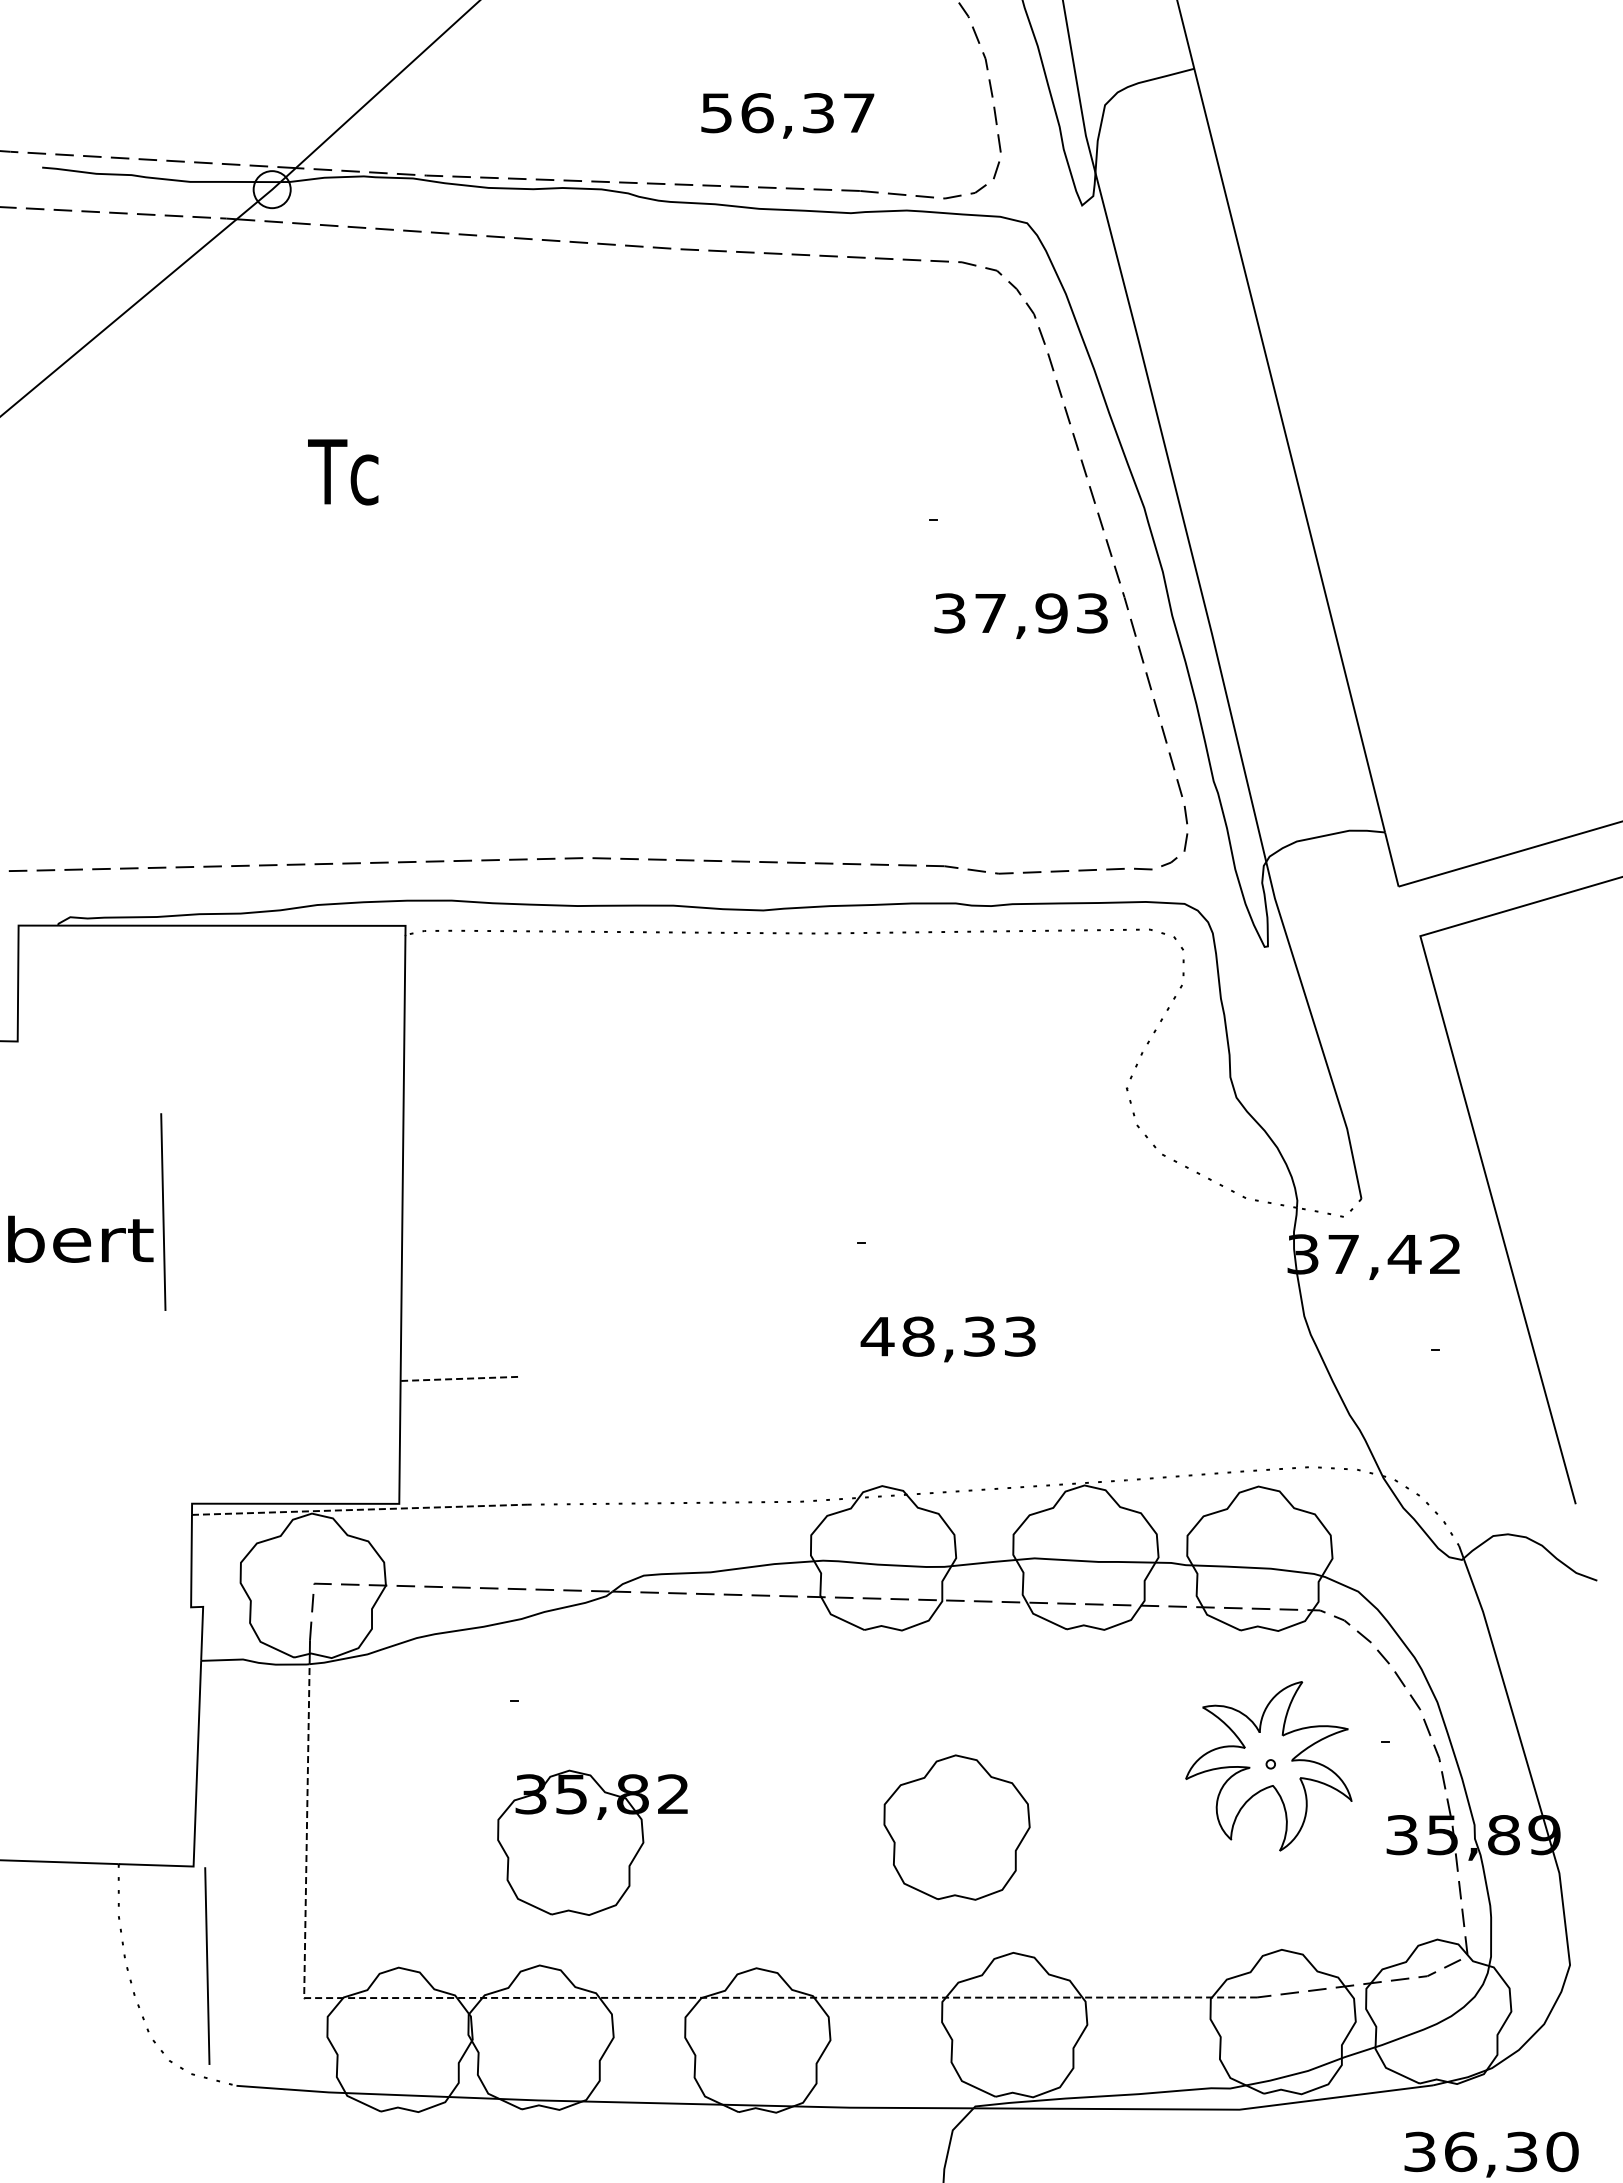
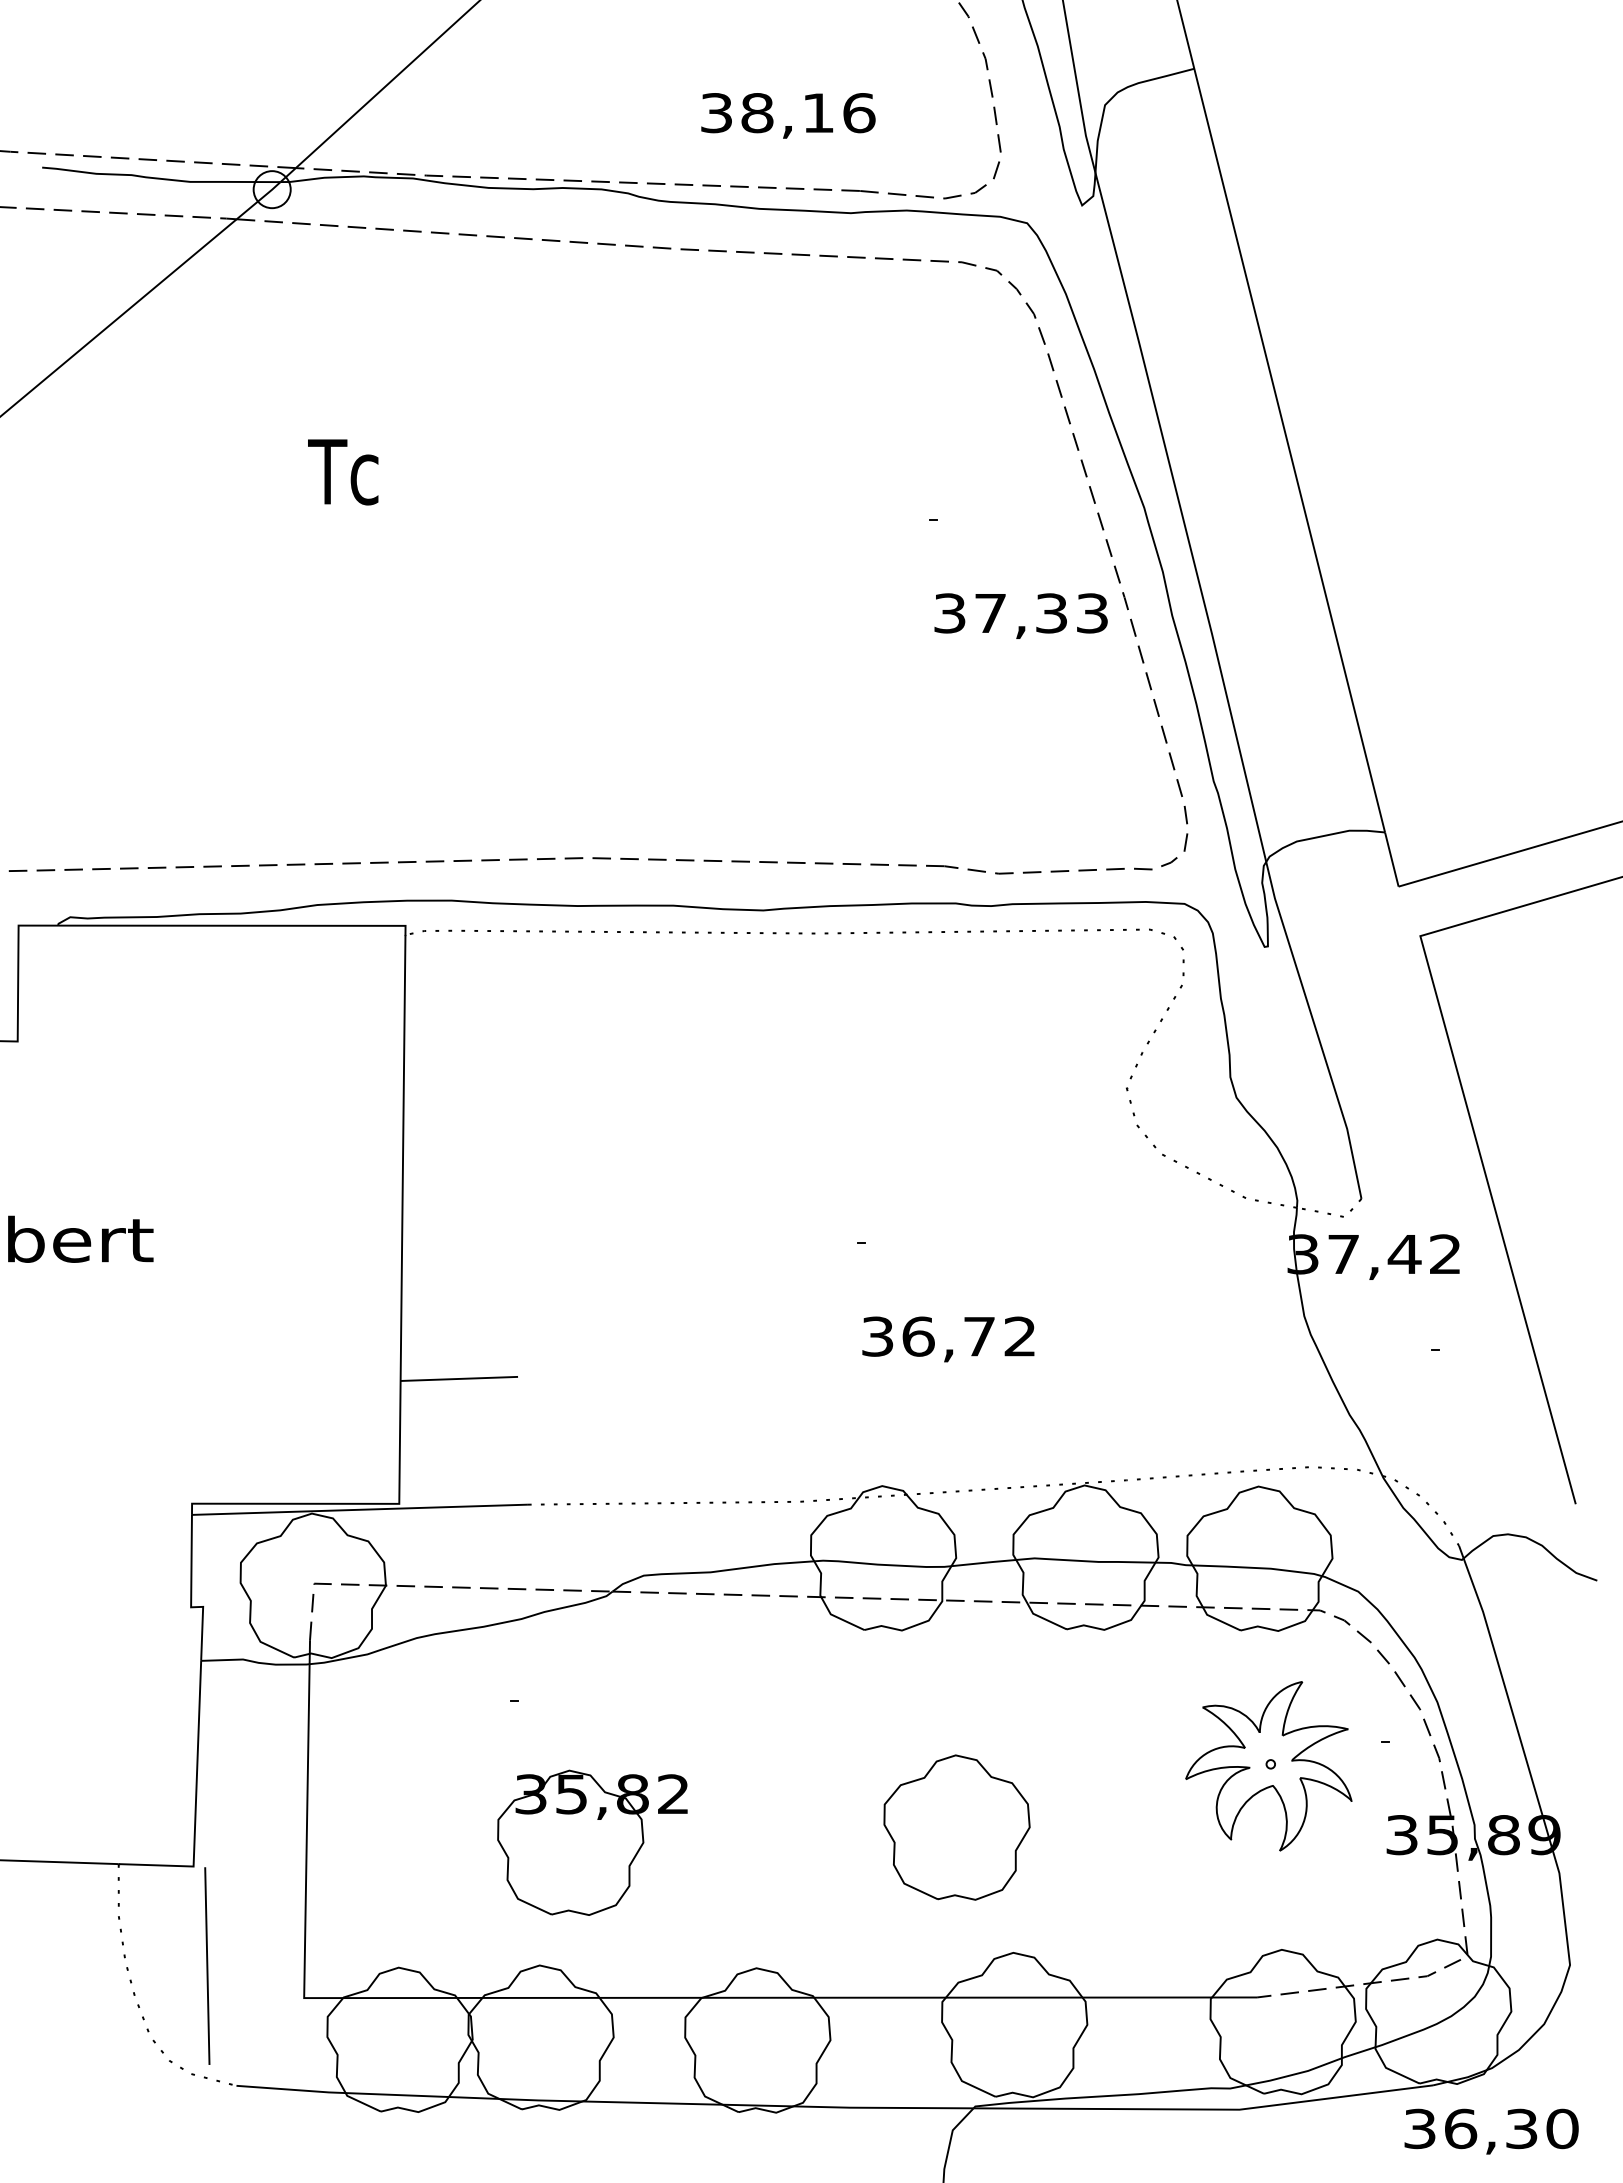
text at (788, 113): 56,37 -> 38,16
text at (1051, 613): 37,93 -> 37,33
line at (163, 1211): present -> none
text at (947, 1336): 48,33 -> 36,72
line at (459, 1378): dashed -> solid
line at (360, 1509): dashed -> solid
line at (613, 1997): dashed -> solid
text at (1491, 2154) position: (1491, 2154) -> (1491, 2131)
